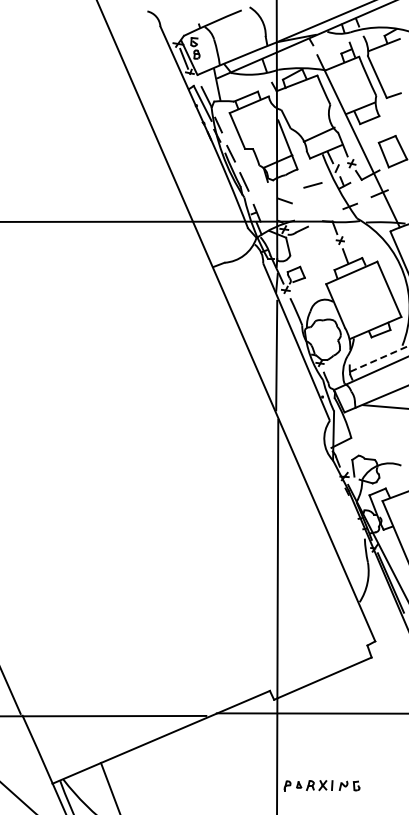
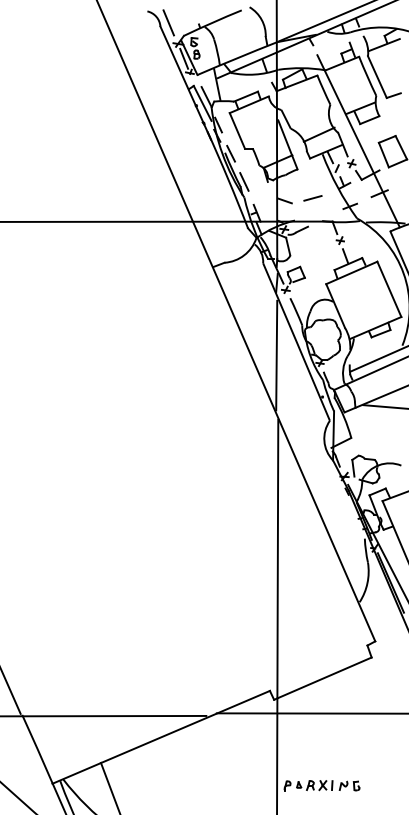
line at (168, 22): none -> present
line at (312, 185) position: (312, 185) -> (312, 198)
line at (379, 358): dashed -> solid
